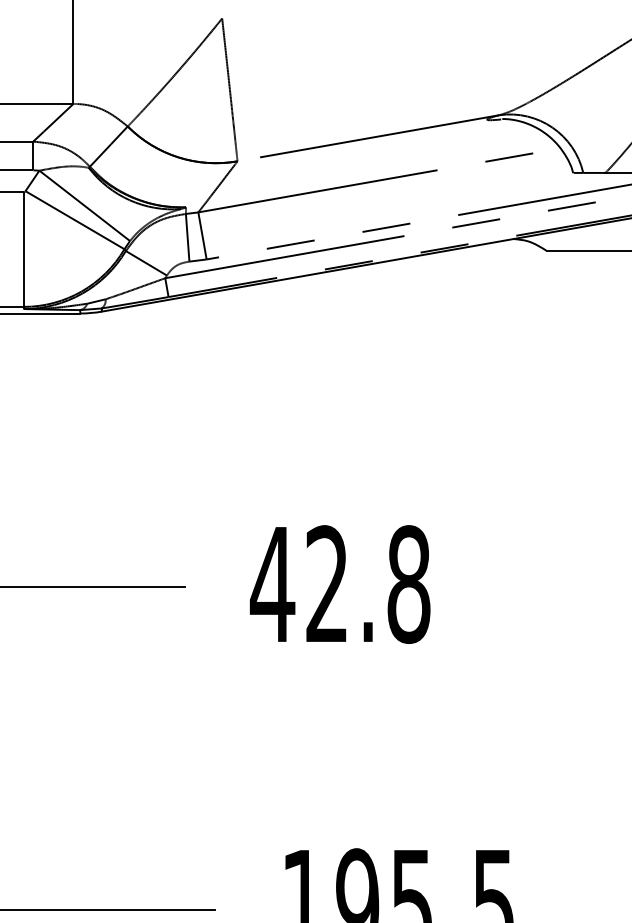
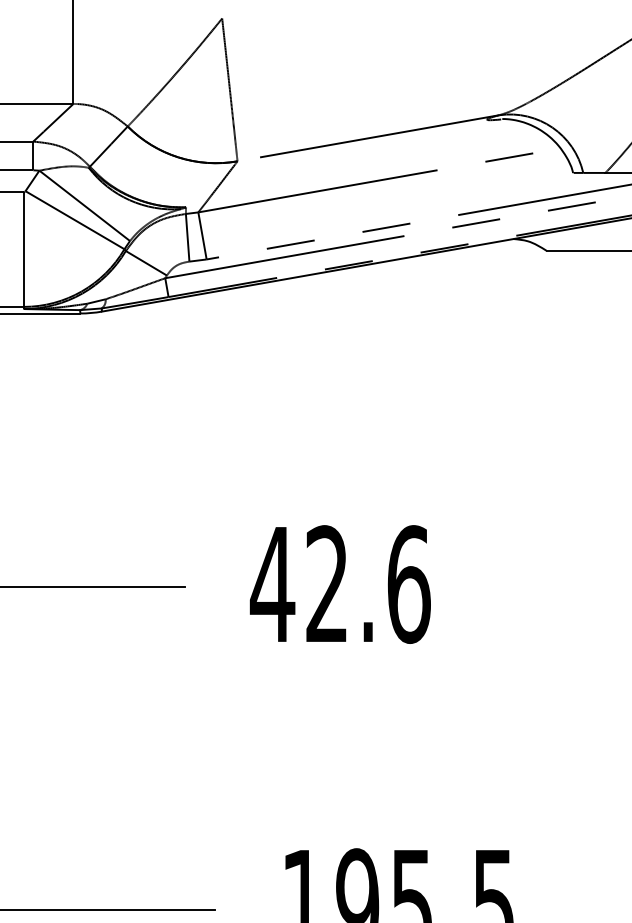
text at (408, 584): 42.8 -> 42.6
